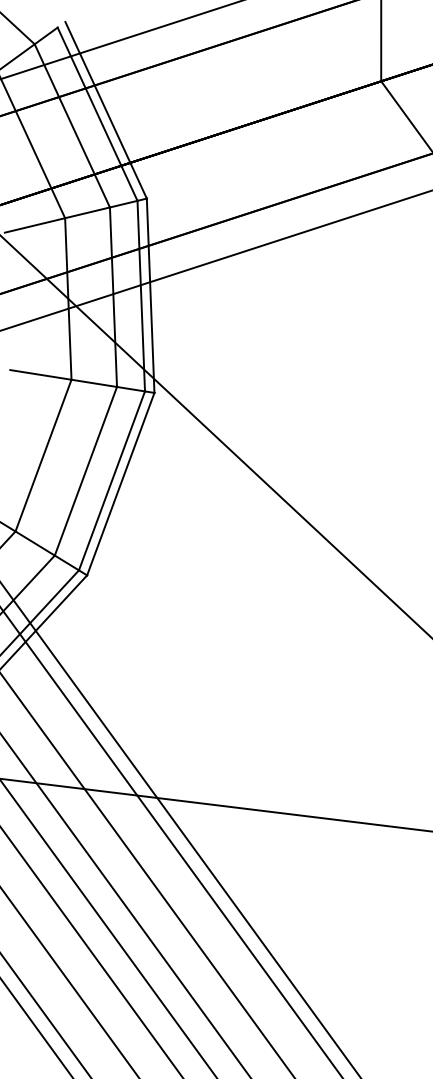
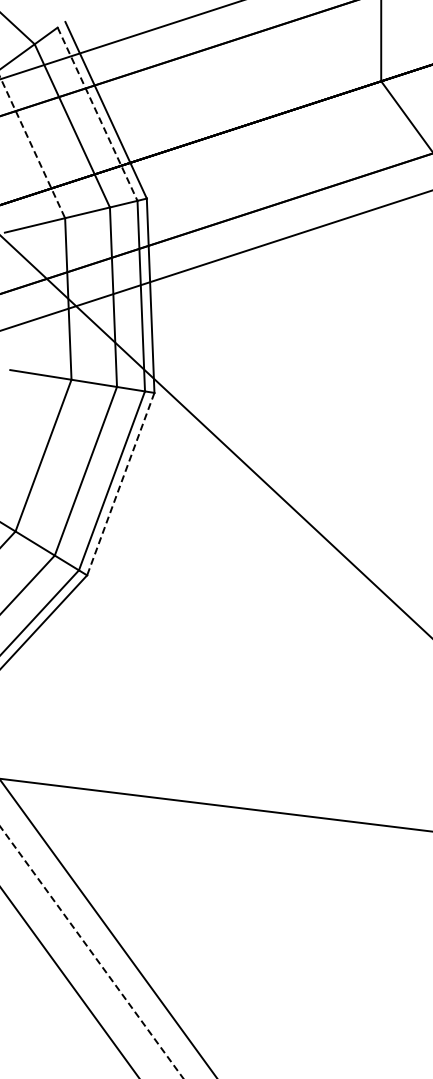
line at (97, 114): solid -> dashed
line at (32, 148): solid -> dashed
line at (120, 484): solid -> dashed
line at (180, 829): present -> none
line at (171, 842): present -> none
line at (147, 875): present -> none
line at (125, 905): present -> none
line at (91, 952): solid -> dashed
line at (45, 1015): present -> none
line at (36, 1027): present -> none
